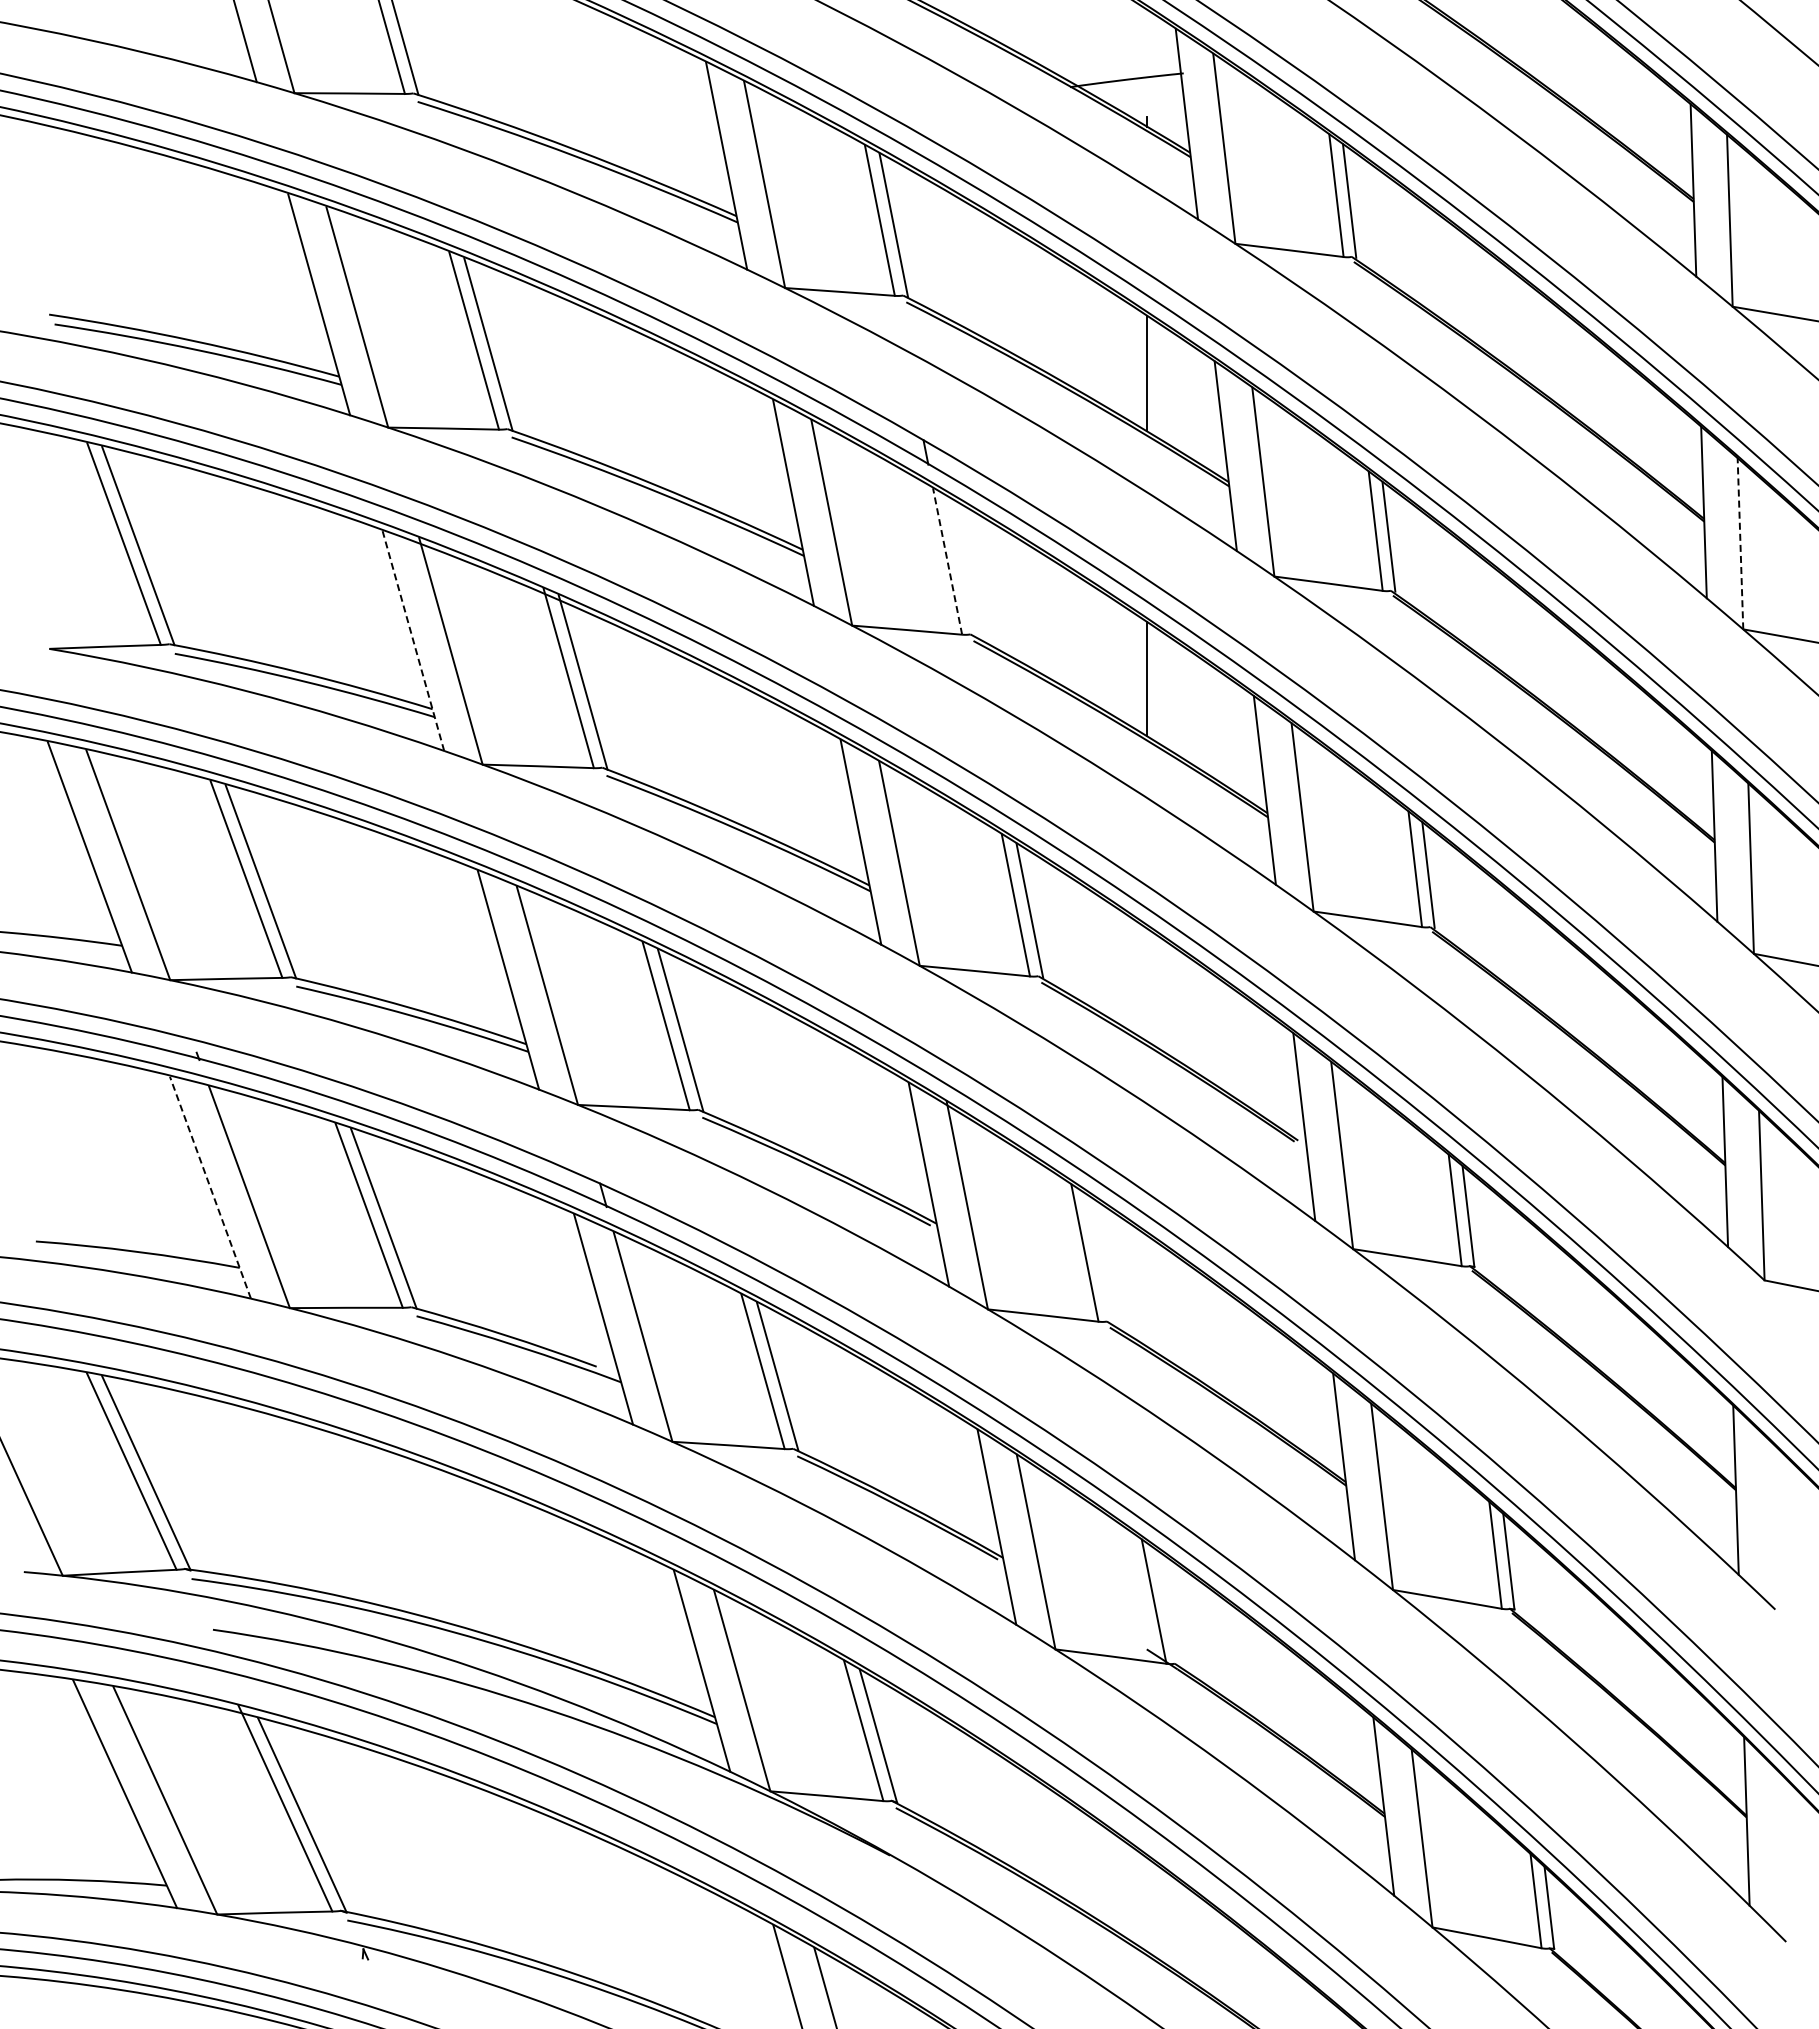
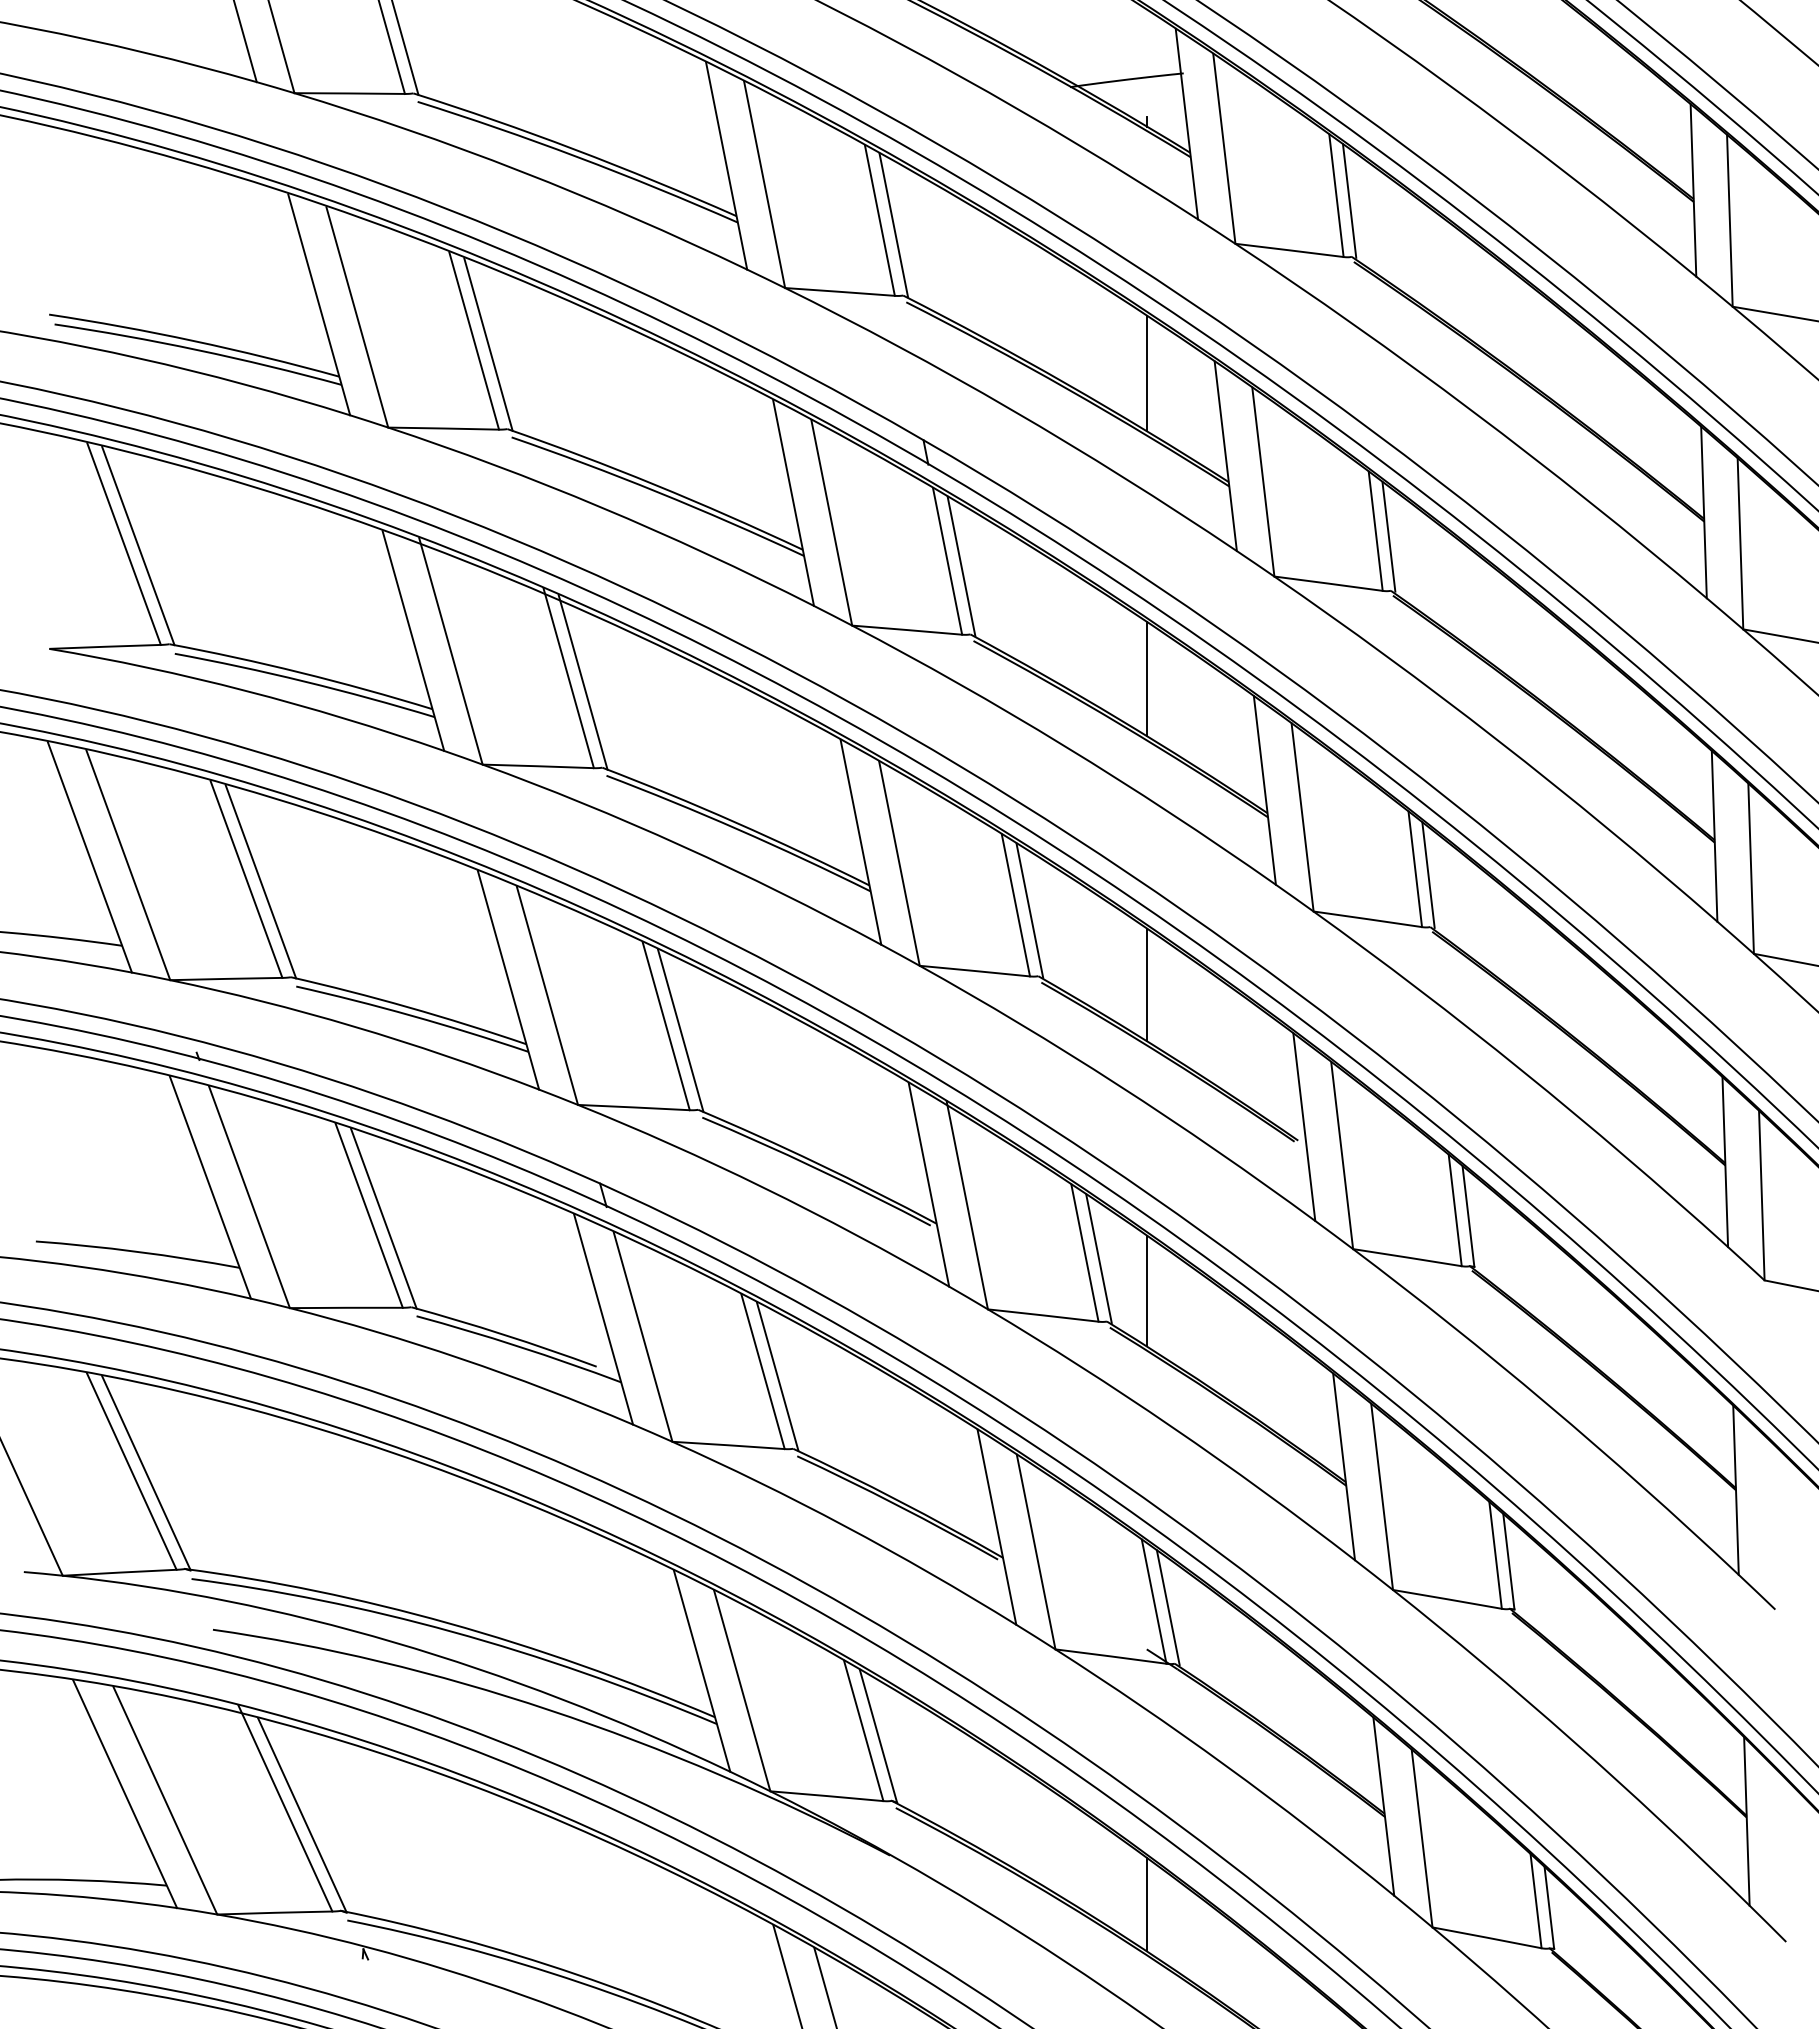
line at (1740, 543): dashed -> solid
line at (947, 561): dashed -> solid
line at (961, 566): none -> present
line at (413, 640): dashed -> solid
line at (1146, 984): none -> present
line at (210, 1187): dashed -> solid
line at (1098, 1258): none -> present
line at (1146, 1290): none -> present
line at (1167, 1607): none -> present
line at (1146, 1904): none -> present
